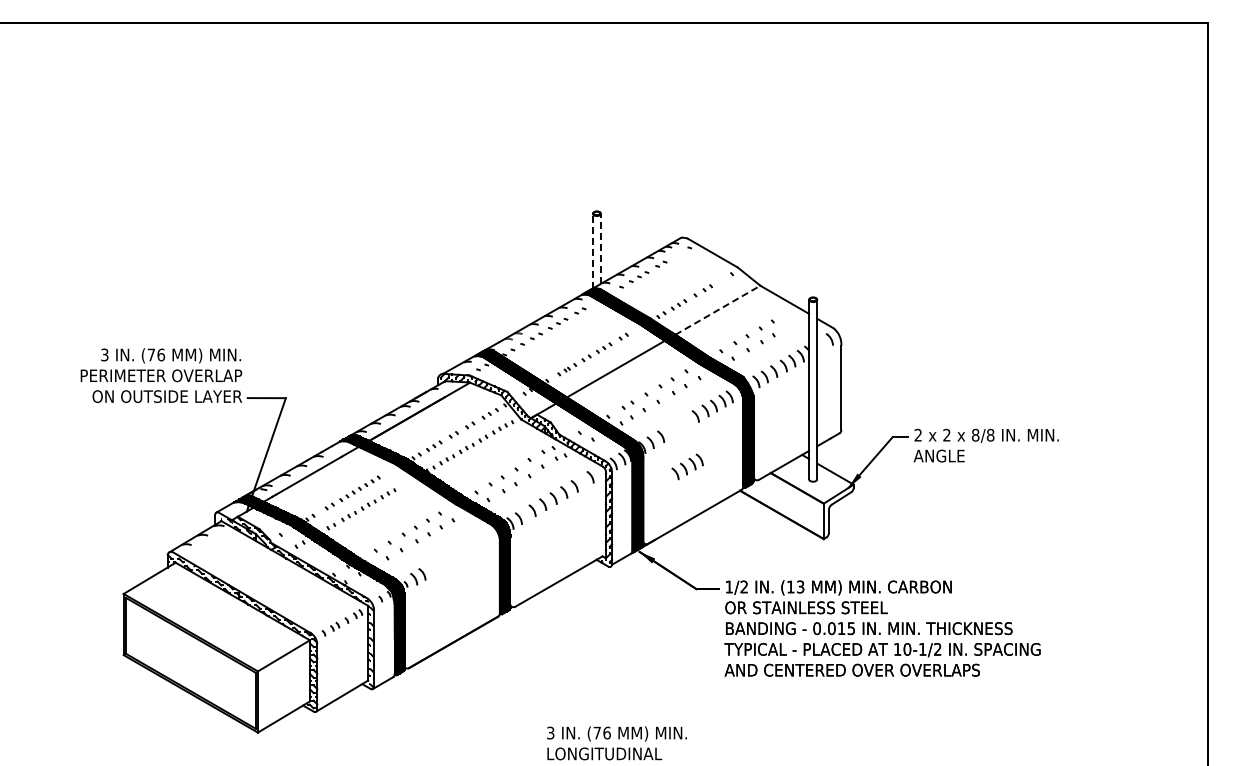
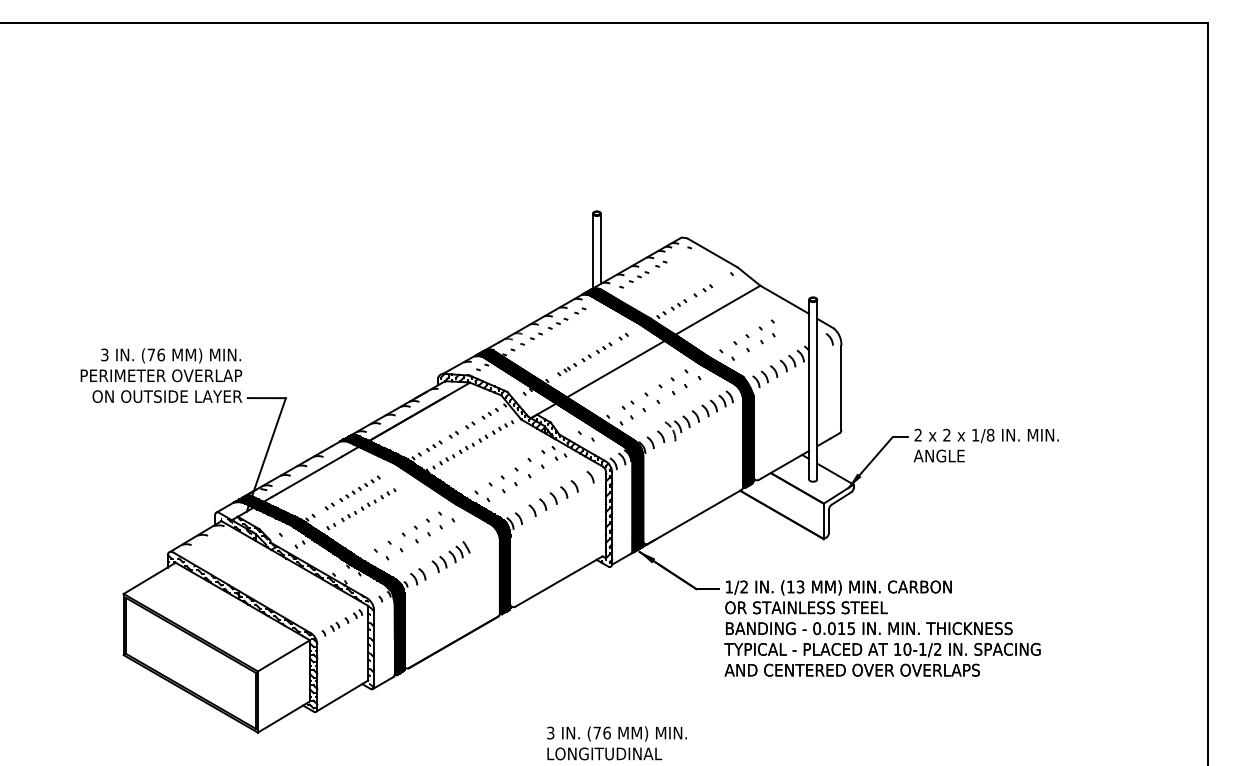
line at (601, 248): dashed -> solid
line at (592, 250): dashed -> solid
line at (718, 310): dashed -> solid
part at (677, 428): none -> present
text at (975, 434): 8/8 -> 1/8
part at (687, 466): present -> none
part at (450, 556): none -> present
